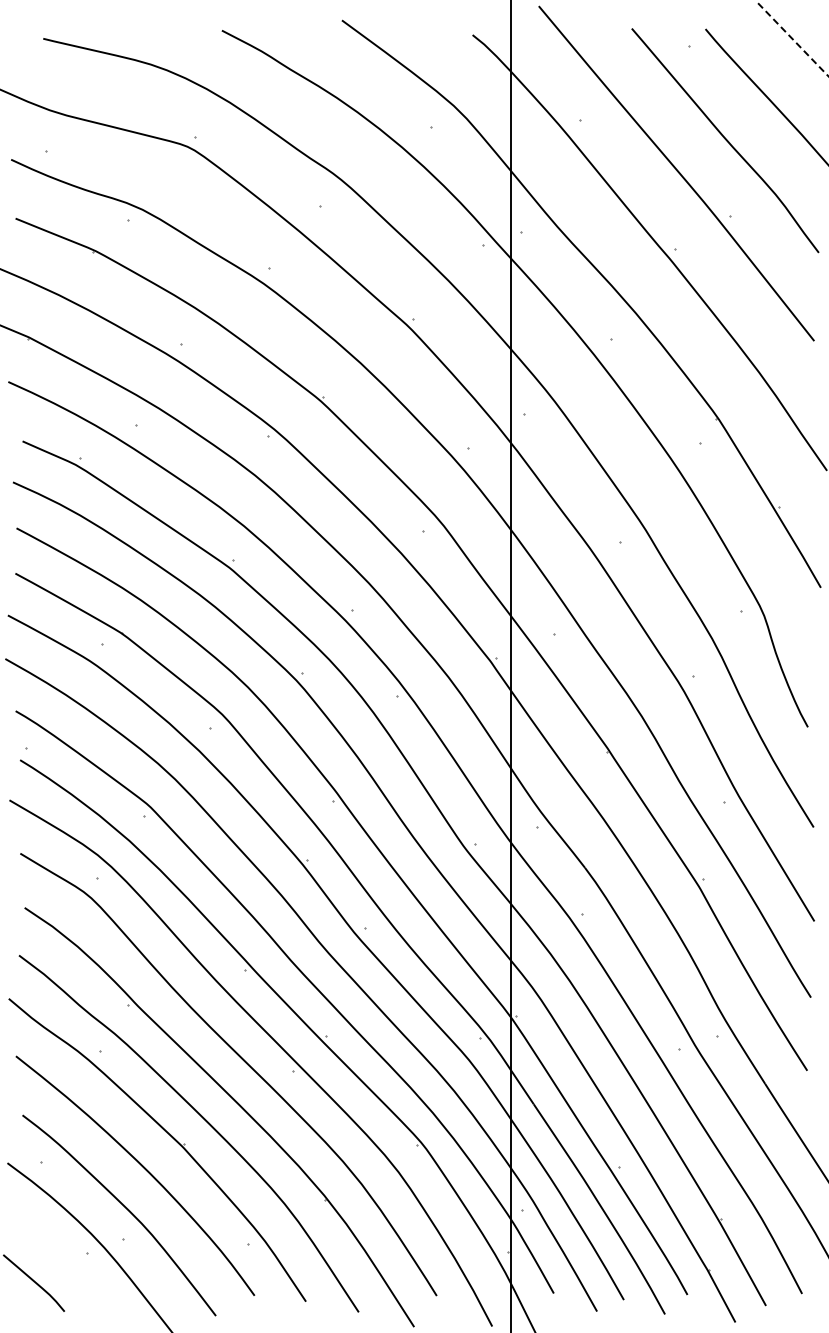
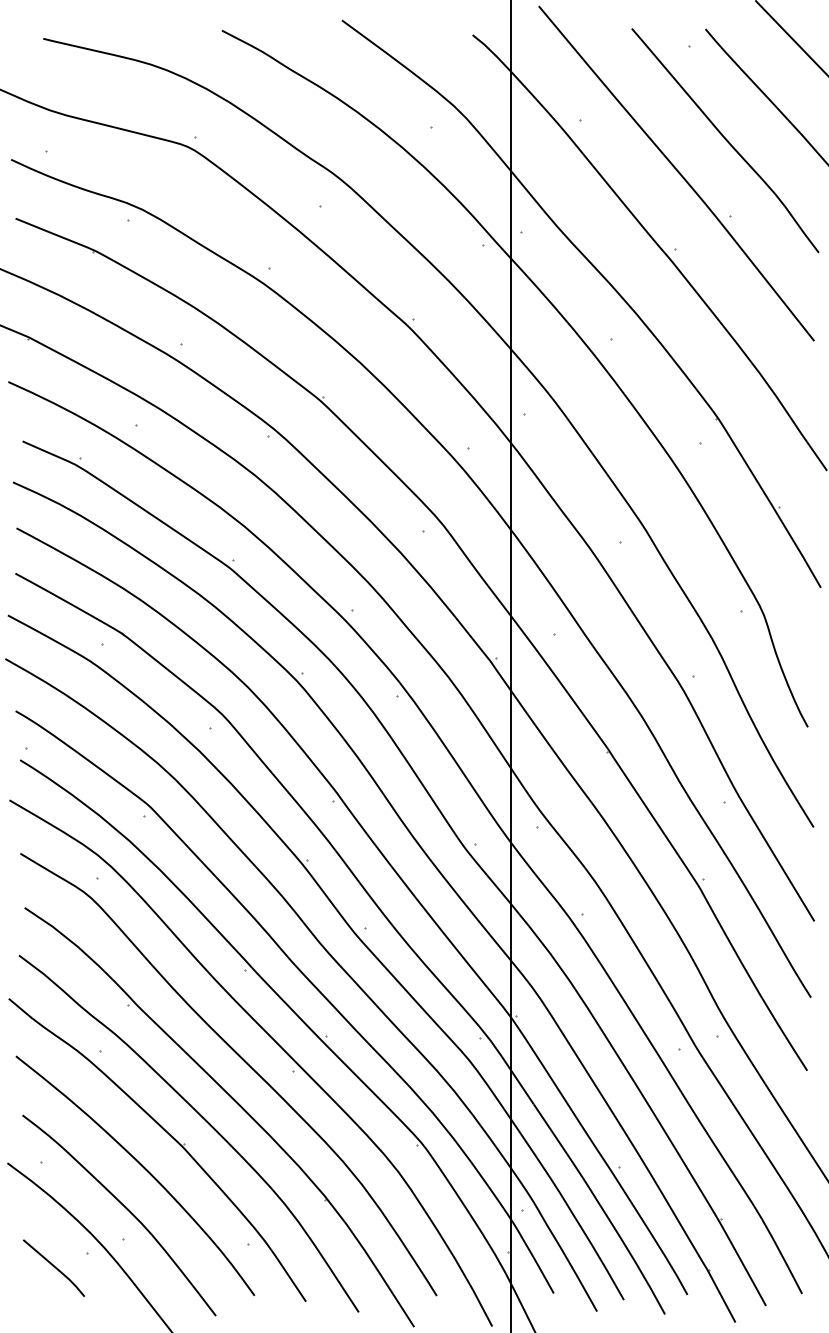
line at (792, 38): dashed -> solid
curve at (33, 1282) position: (33, 1282) -> (53, 1267)
